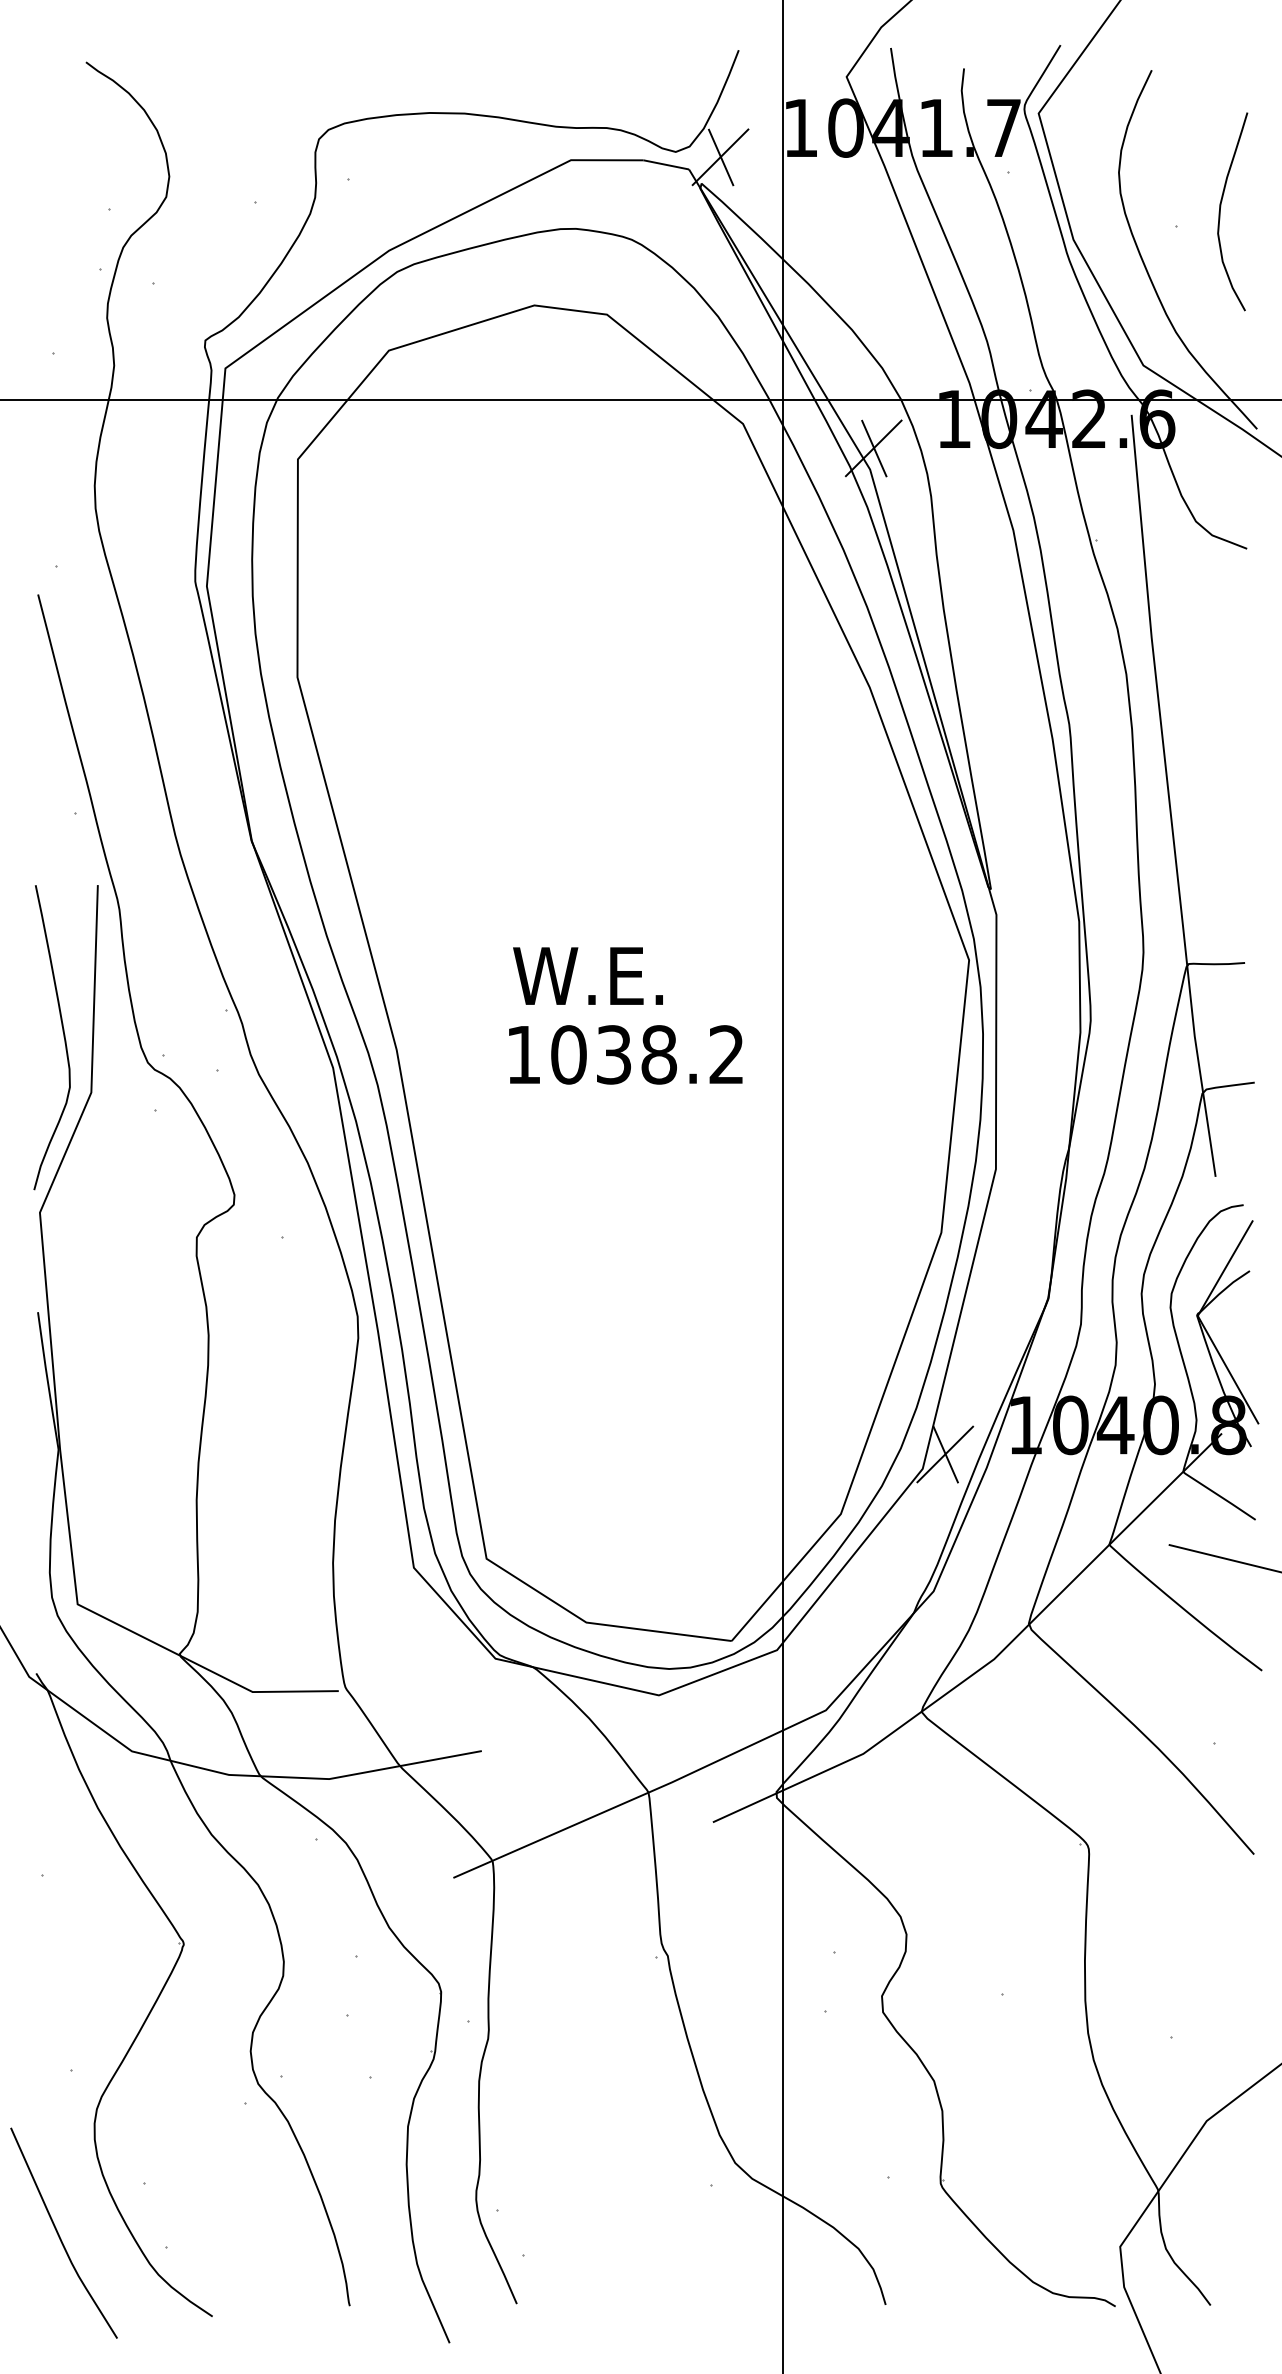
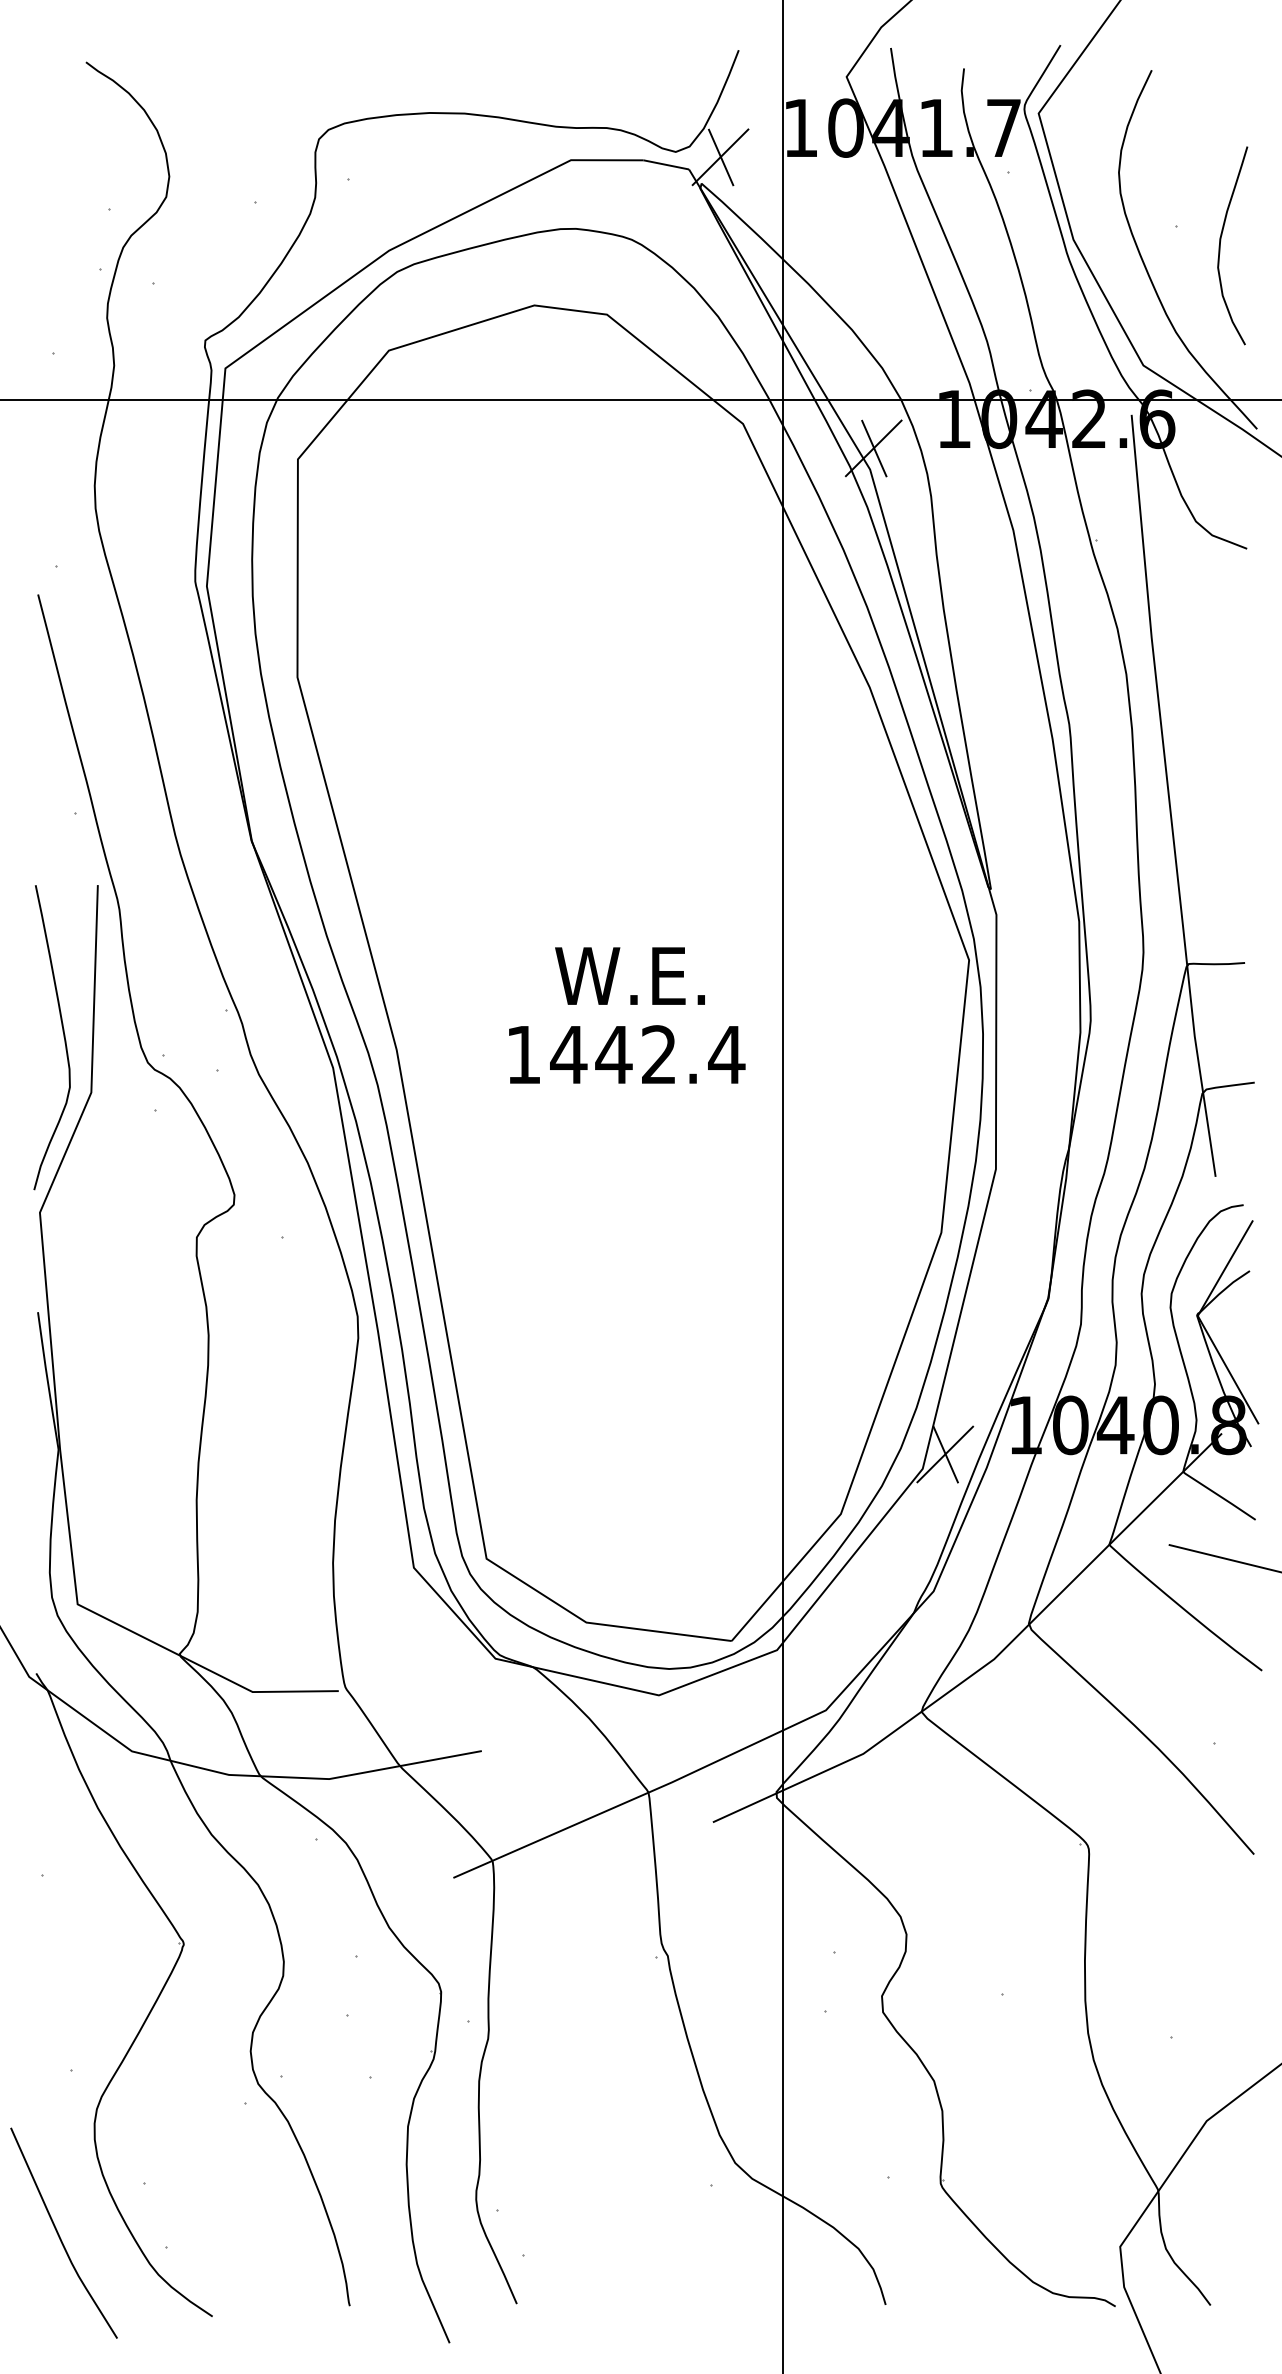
curve at (1220, 211) position: (1220, 211) -> (1220, 245)
text at (587, 975) position: (587, 975) -> (629, 975)
text at (647, 1054): 1038.2 -> 1442.4
